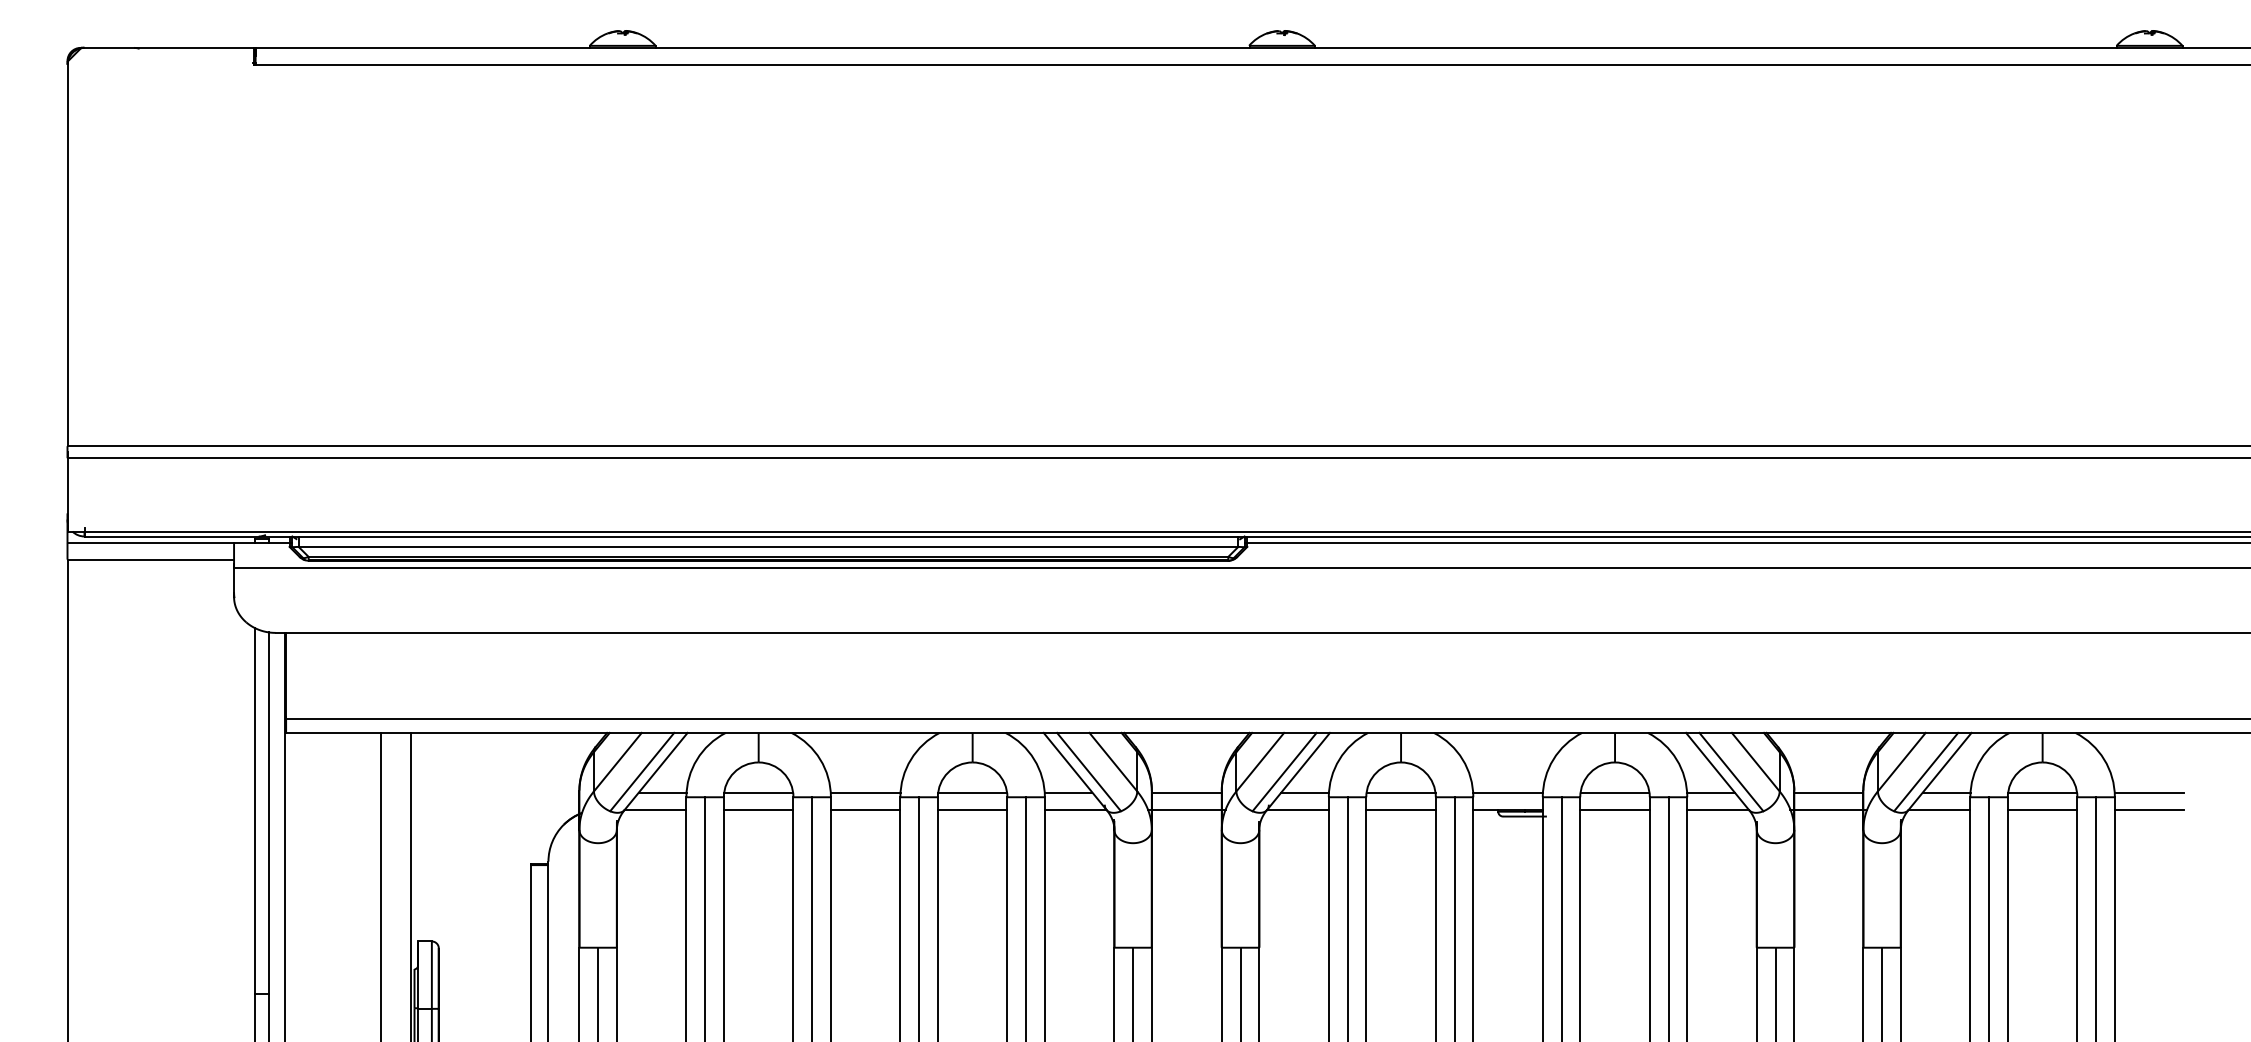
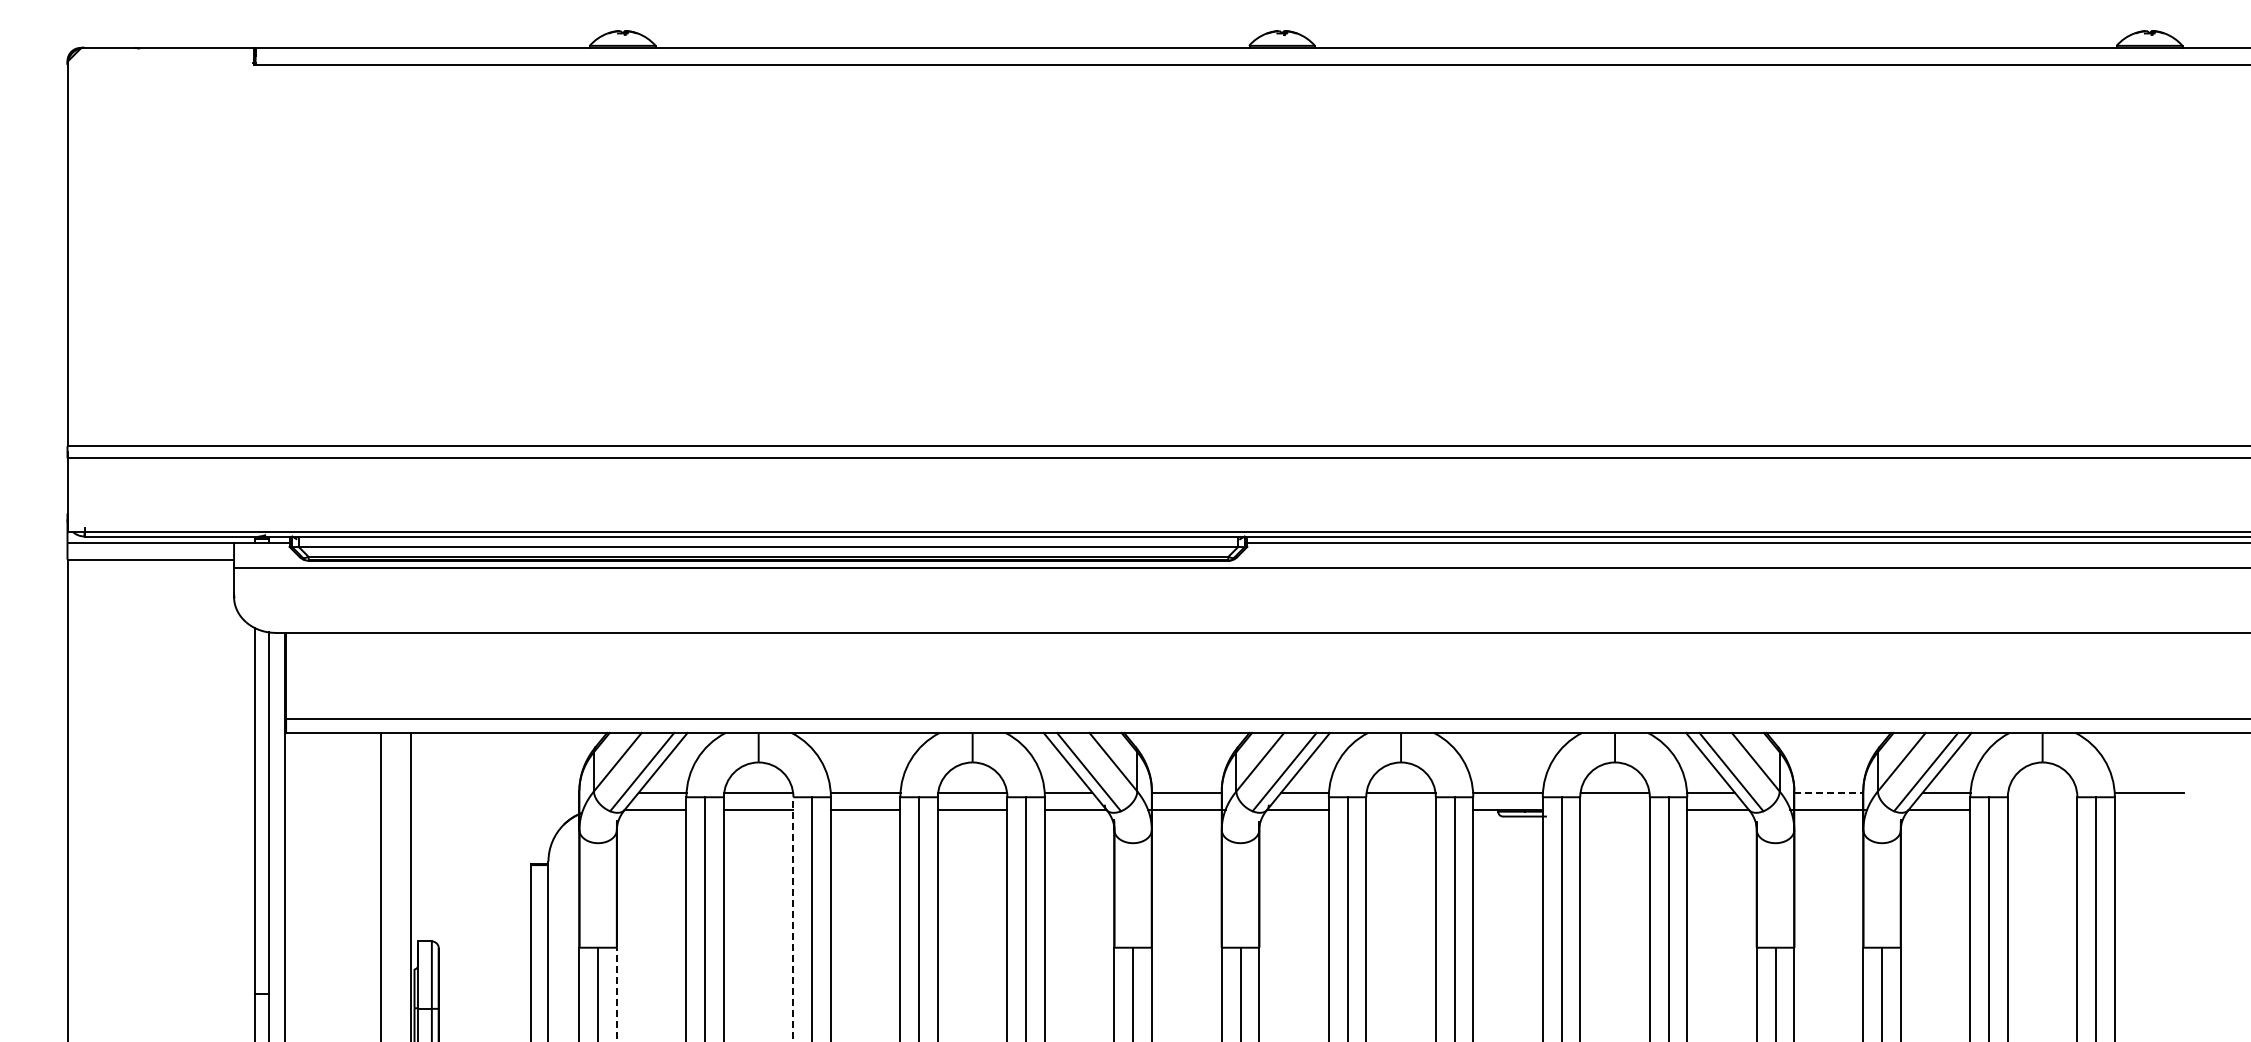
line at (1828, 792): solid -> dashed
line at (2042, 792): present -> none
line at (1400, 809): present -> none
line at (1614, 809): present -> none
line at (2042, 809): present -> none
line at (2149, 809): present -> none
line at (793, 919): solid -> dashed
line at (616, 994): solid -> dashed
